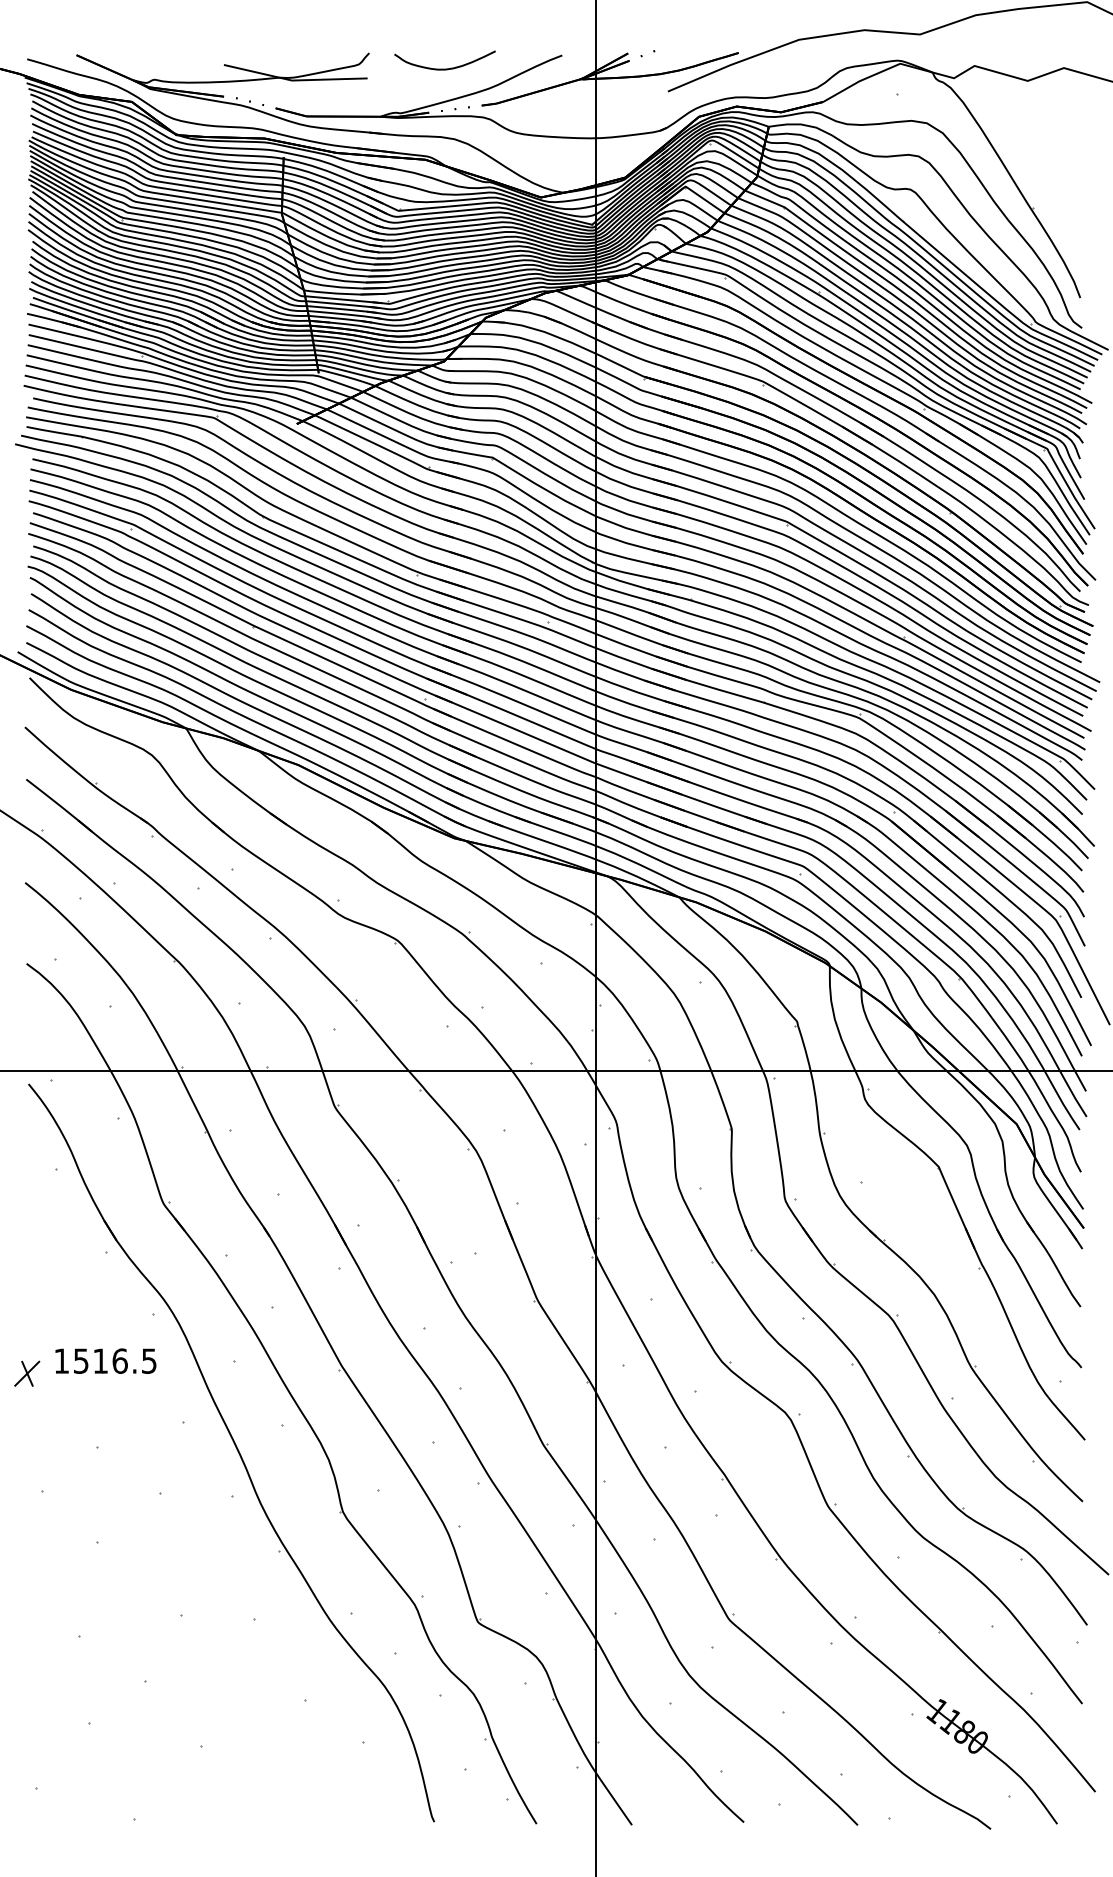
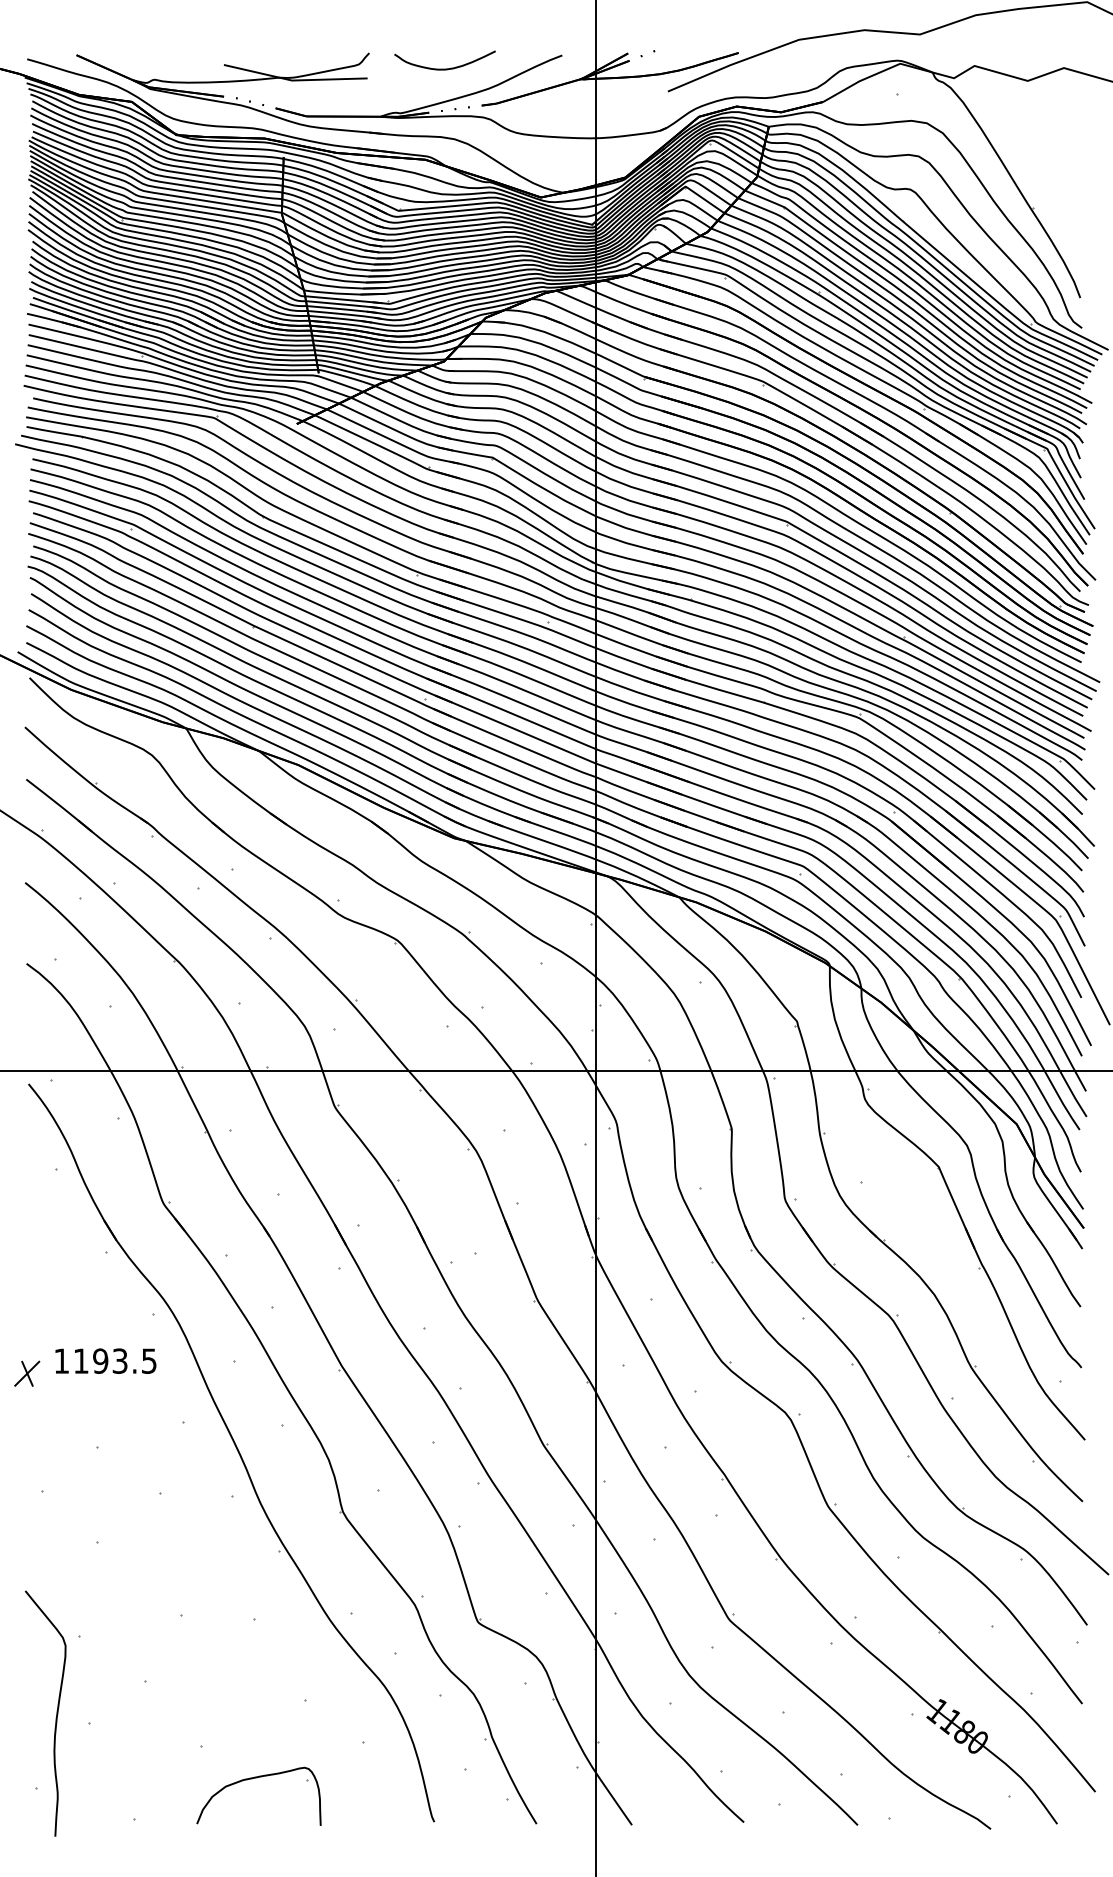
text at (100, 1360): 1516.5 -> 1193.5
curve at (55, 1717): none -> present
part at (257, 1778): none -> present
